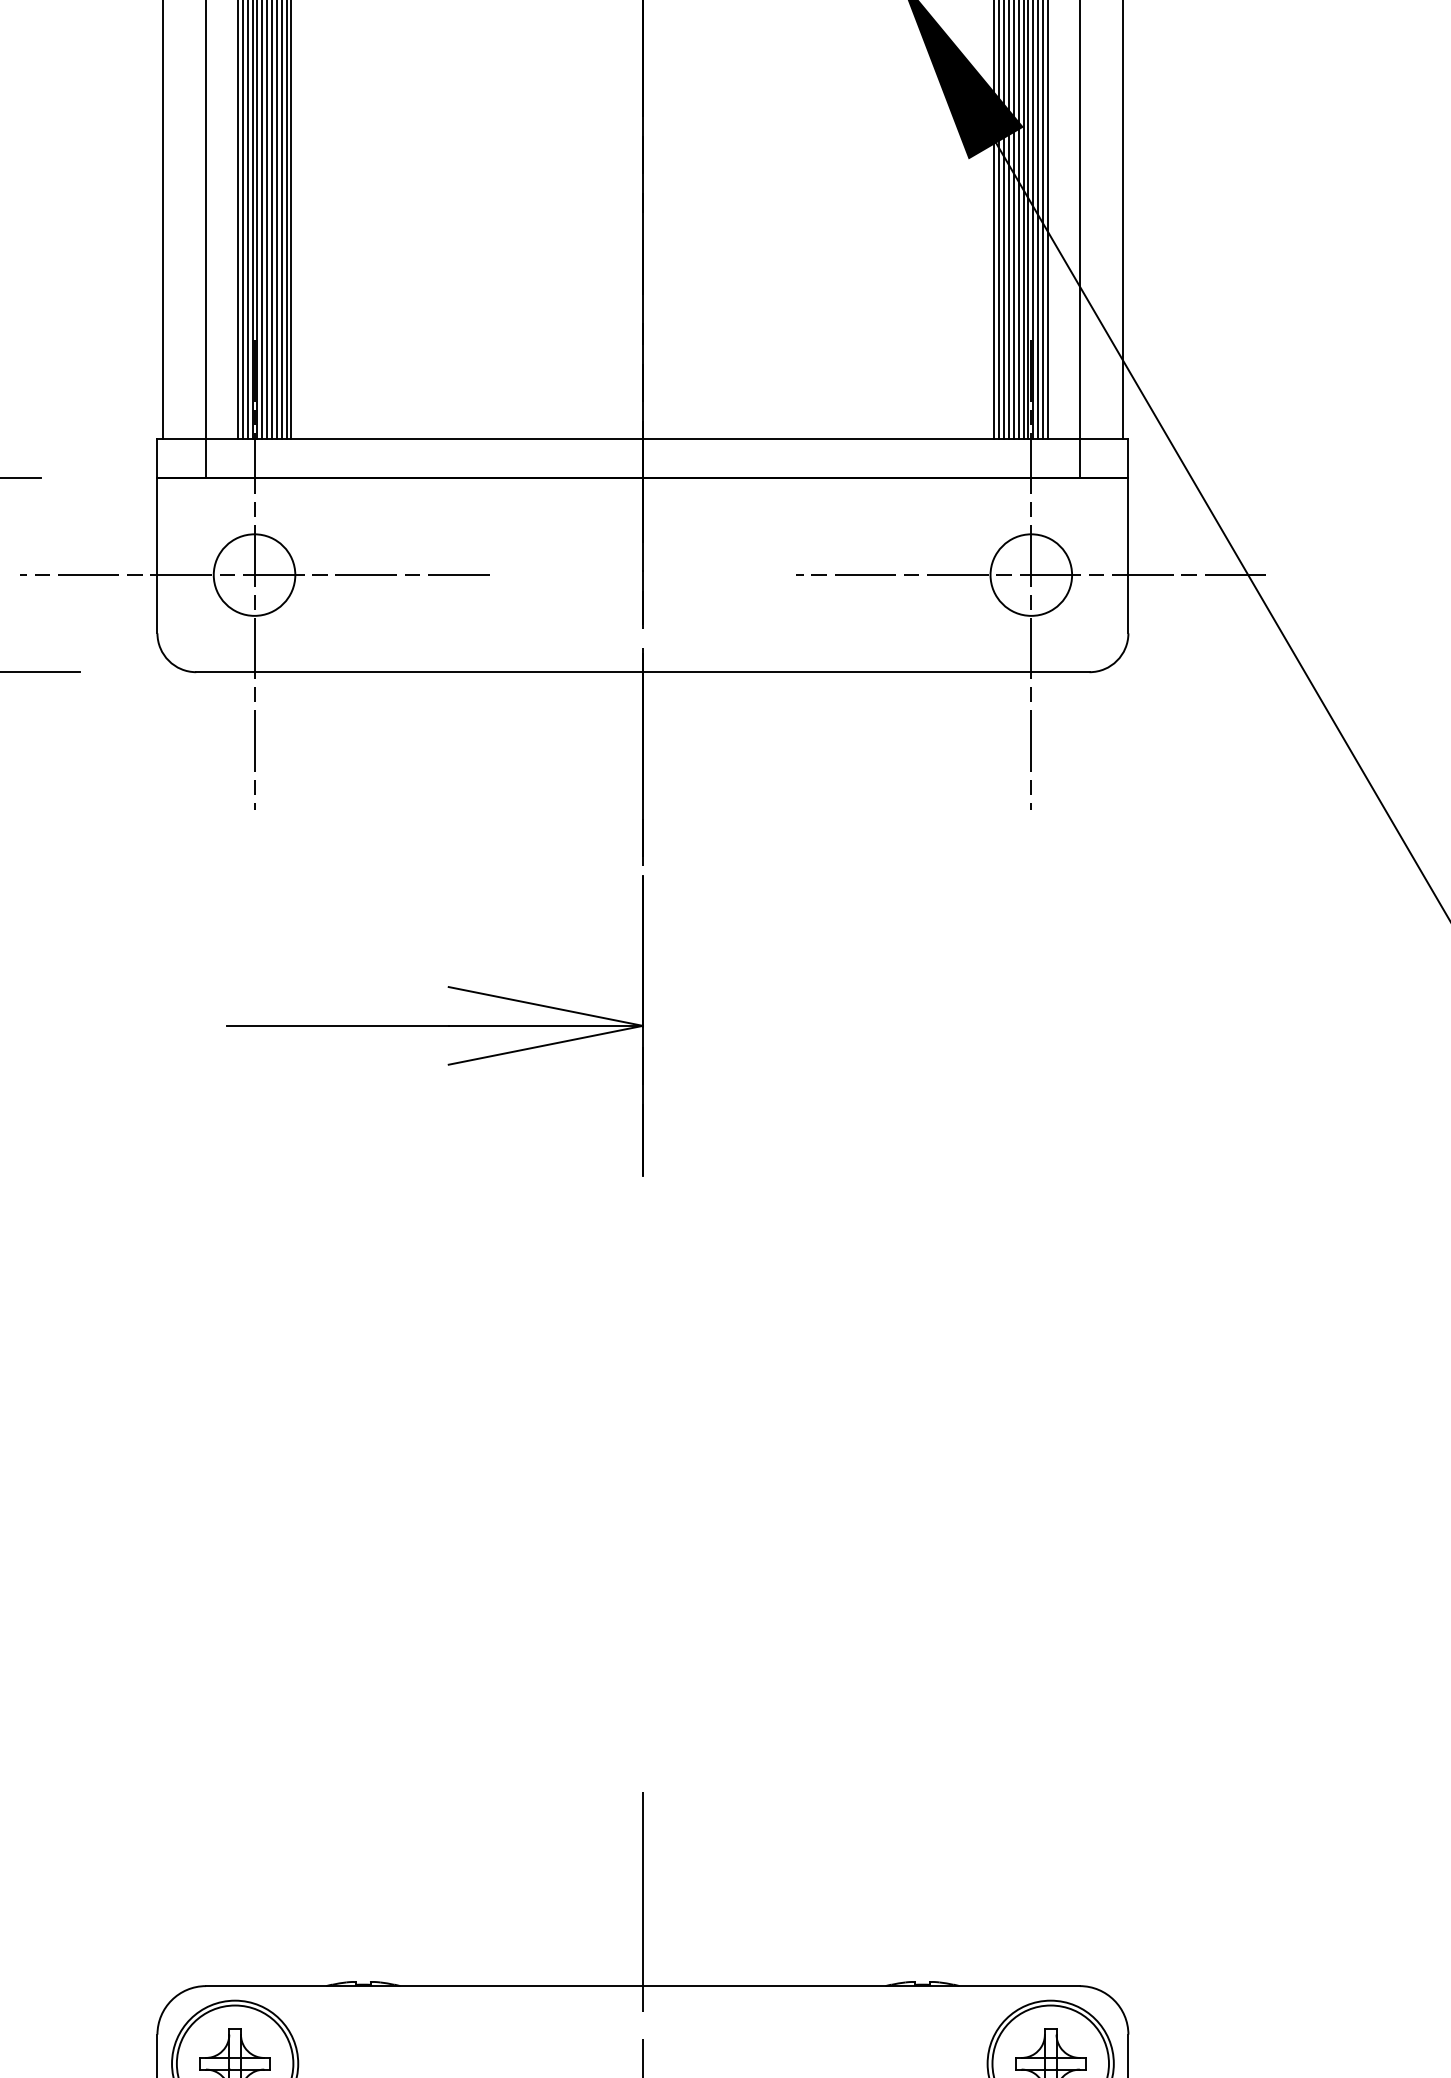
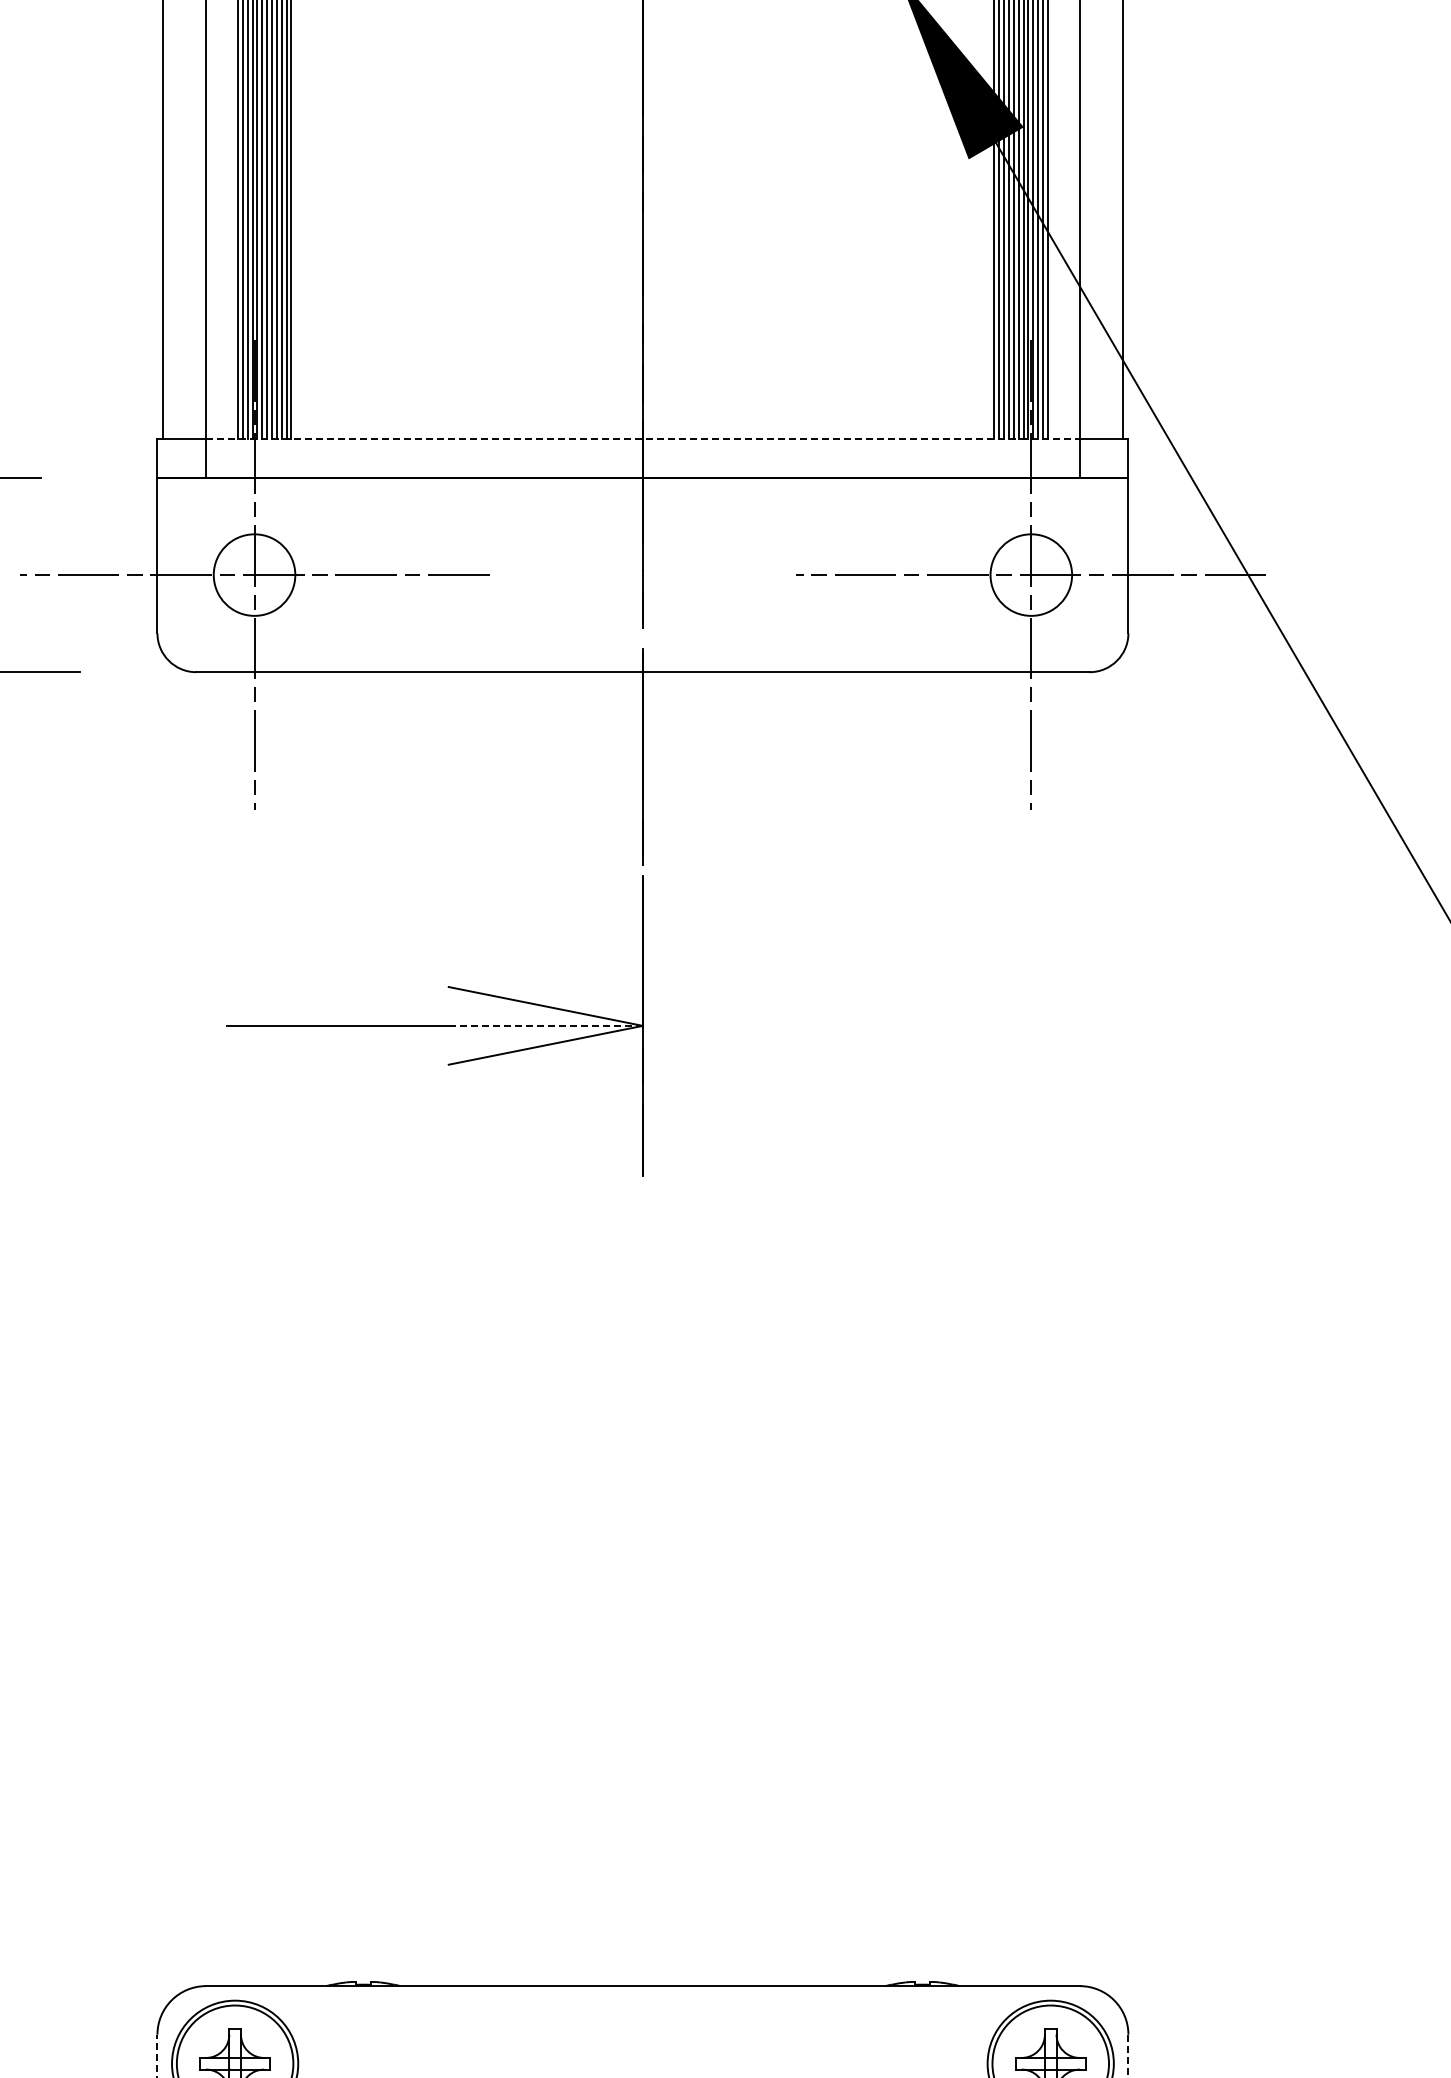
line at (642, 439): solid -> dashed
line at (546, 1025): solid -> dashed
line at (642, 1932): present -> none
line at (157, 2055): solid -> dashed
line at (1128, 2056): solid -> dashed
